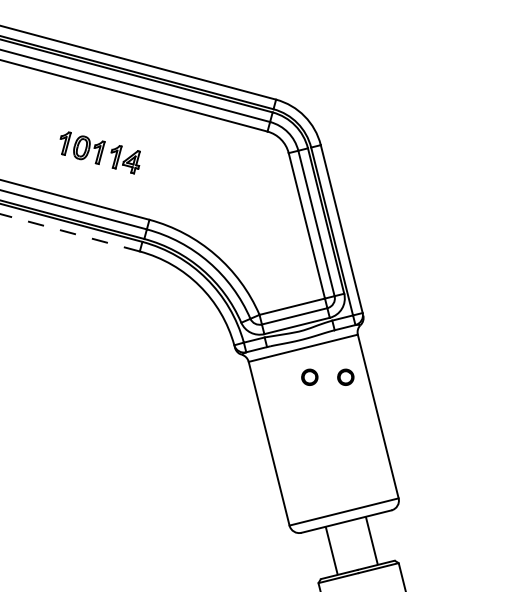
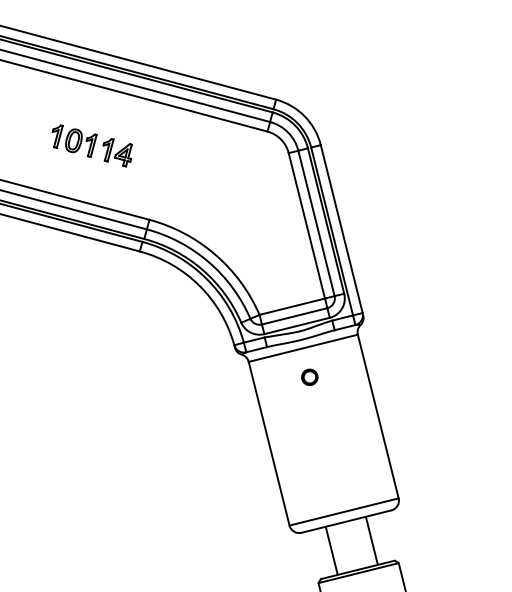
part at (99, 152) position: (99, 152) -> (91, 145)
line at (69, 232): dashed -> solid
part at (345, 376): present -> none
